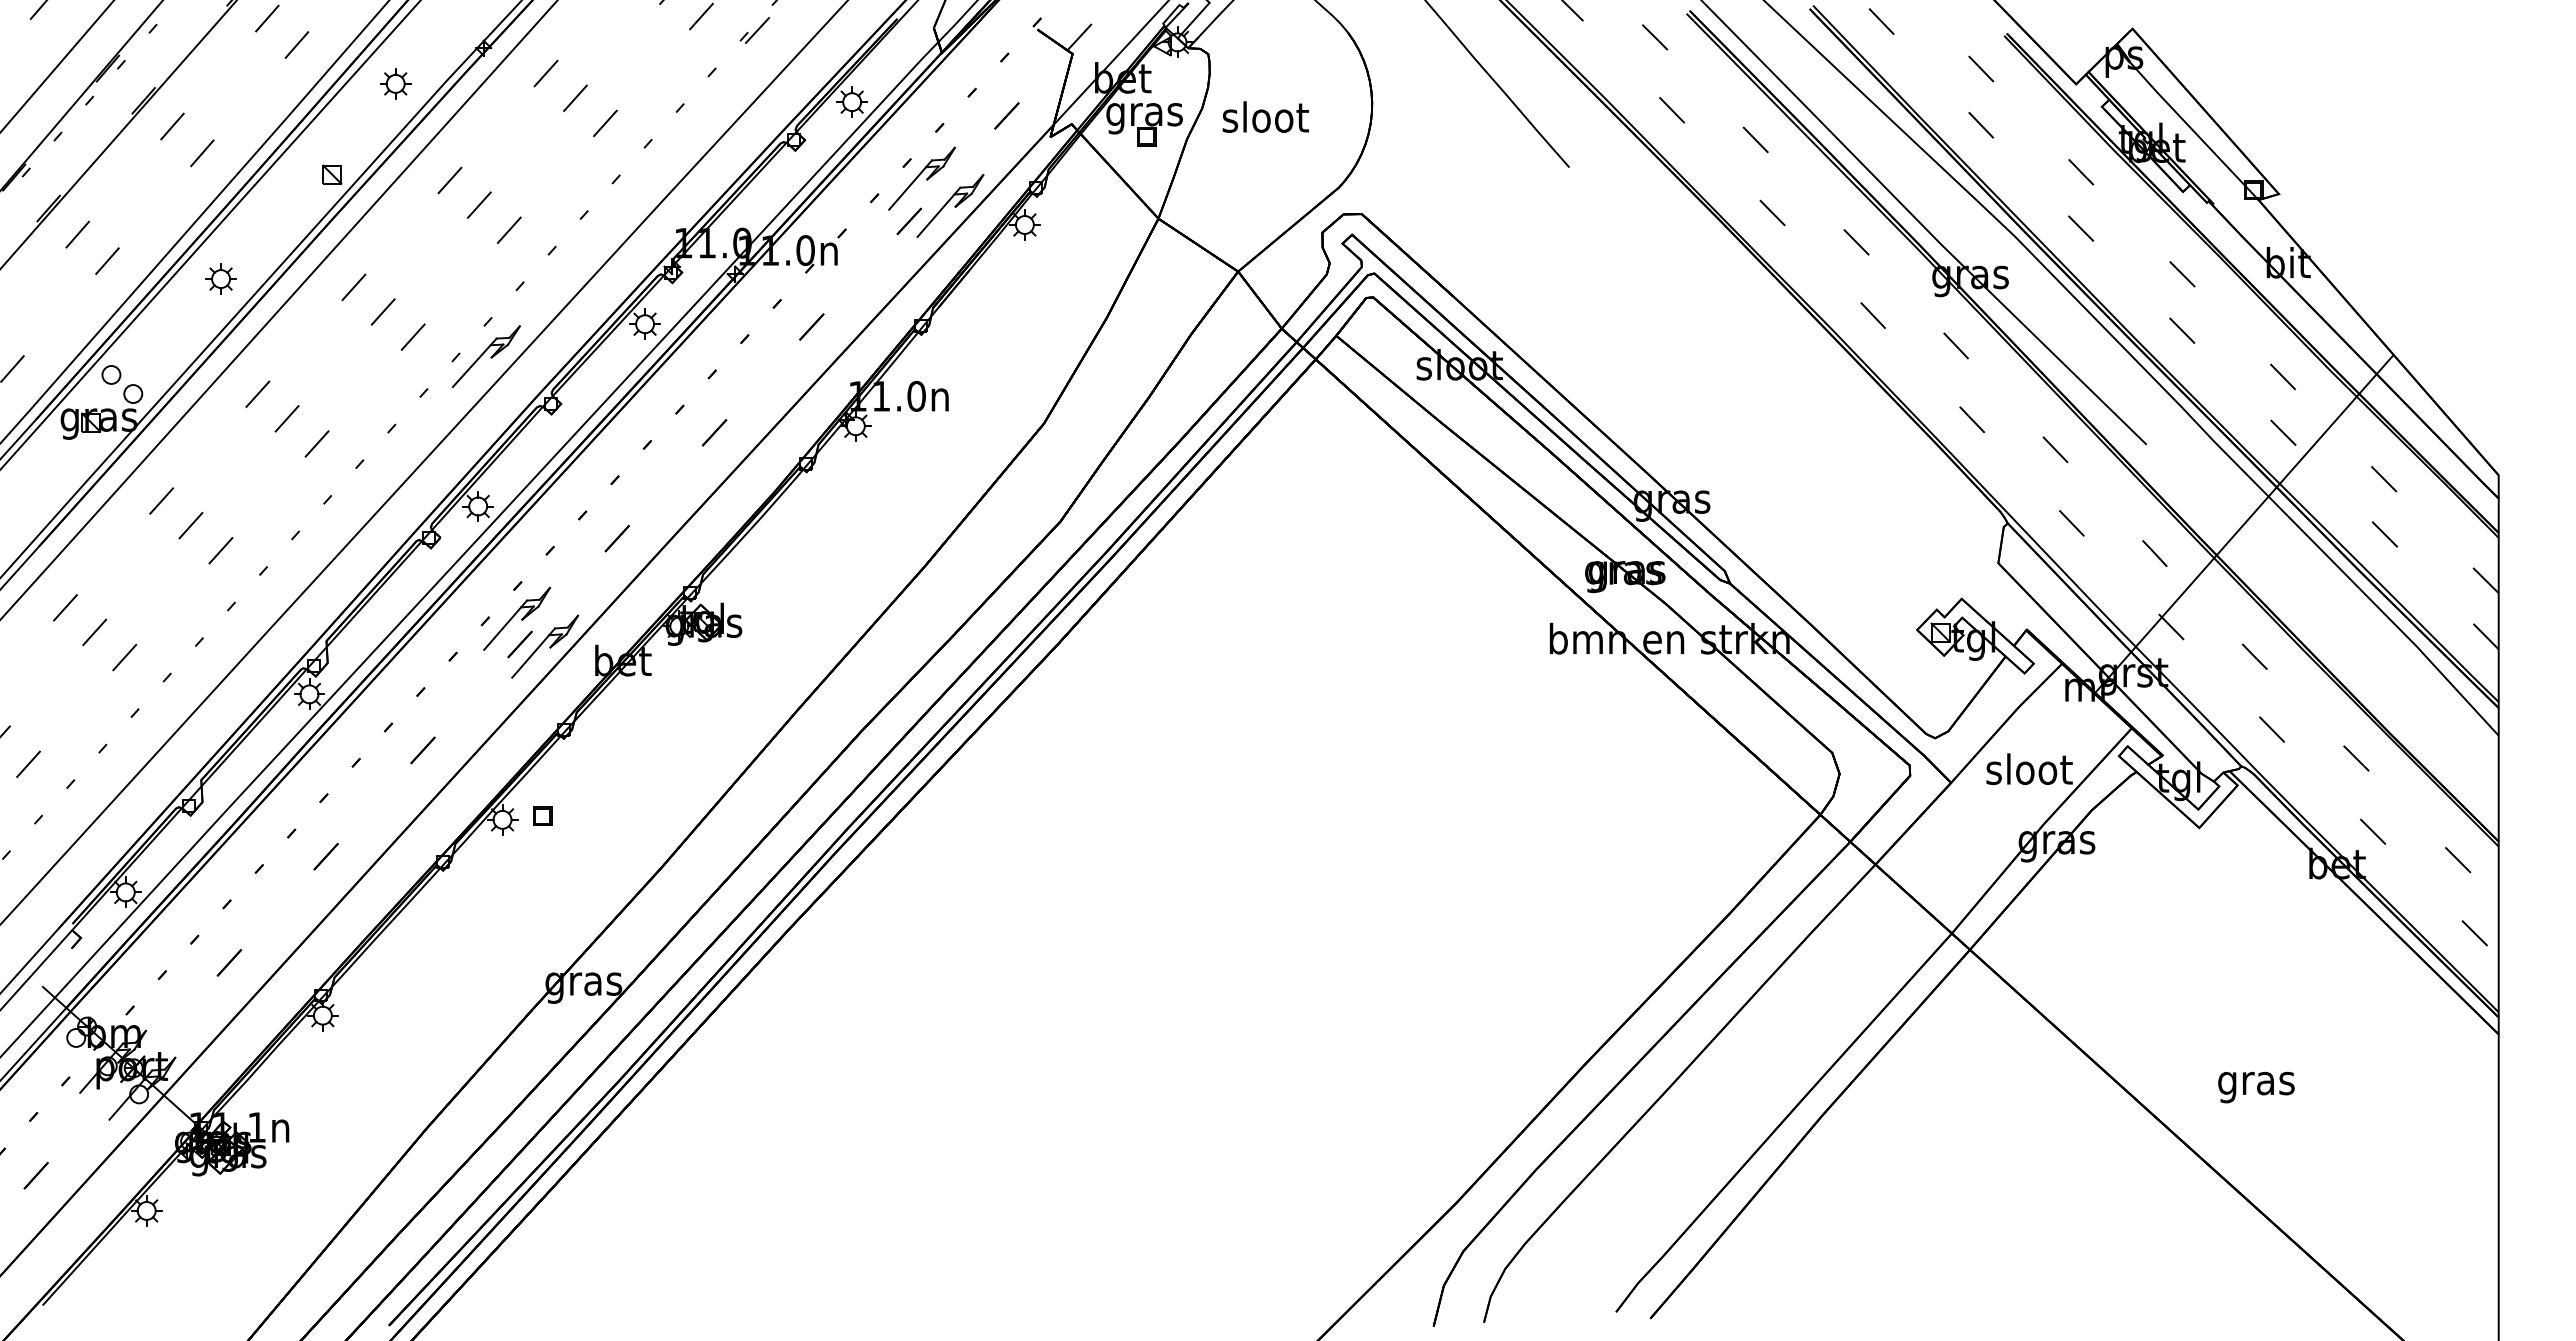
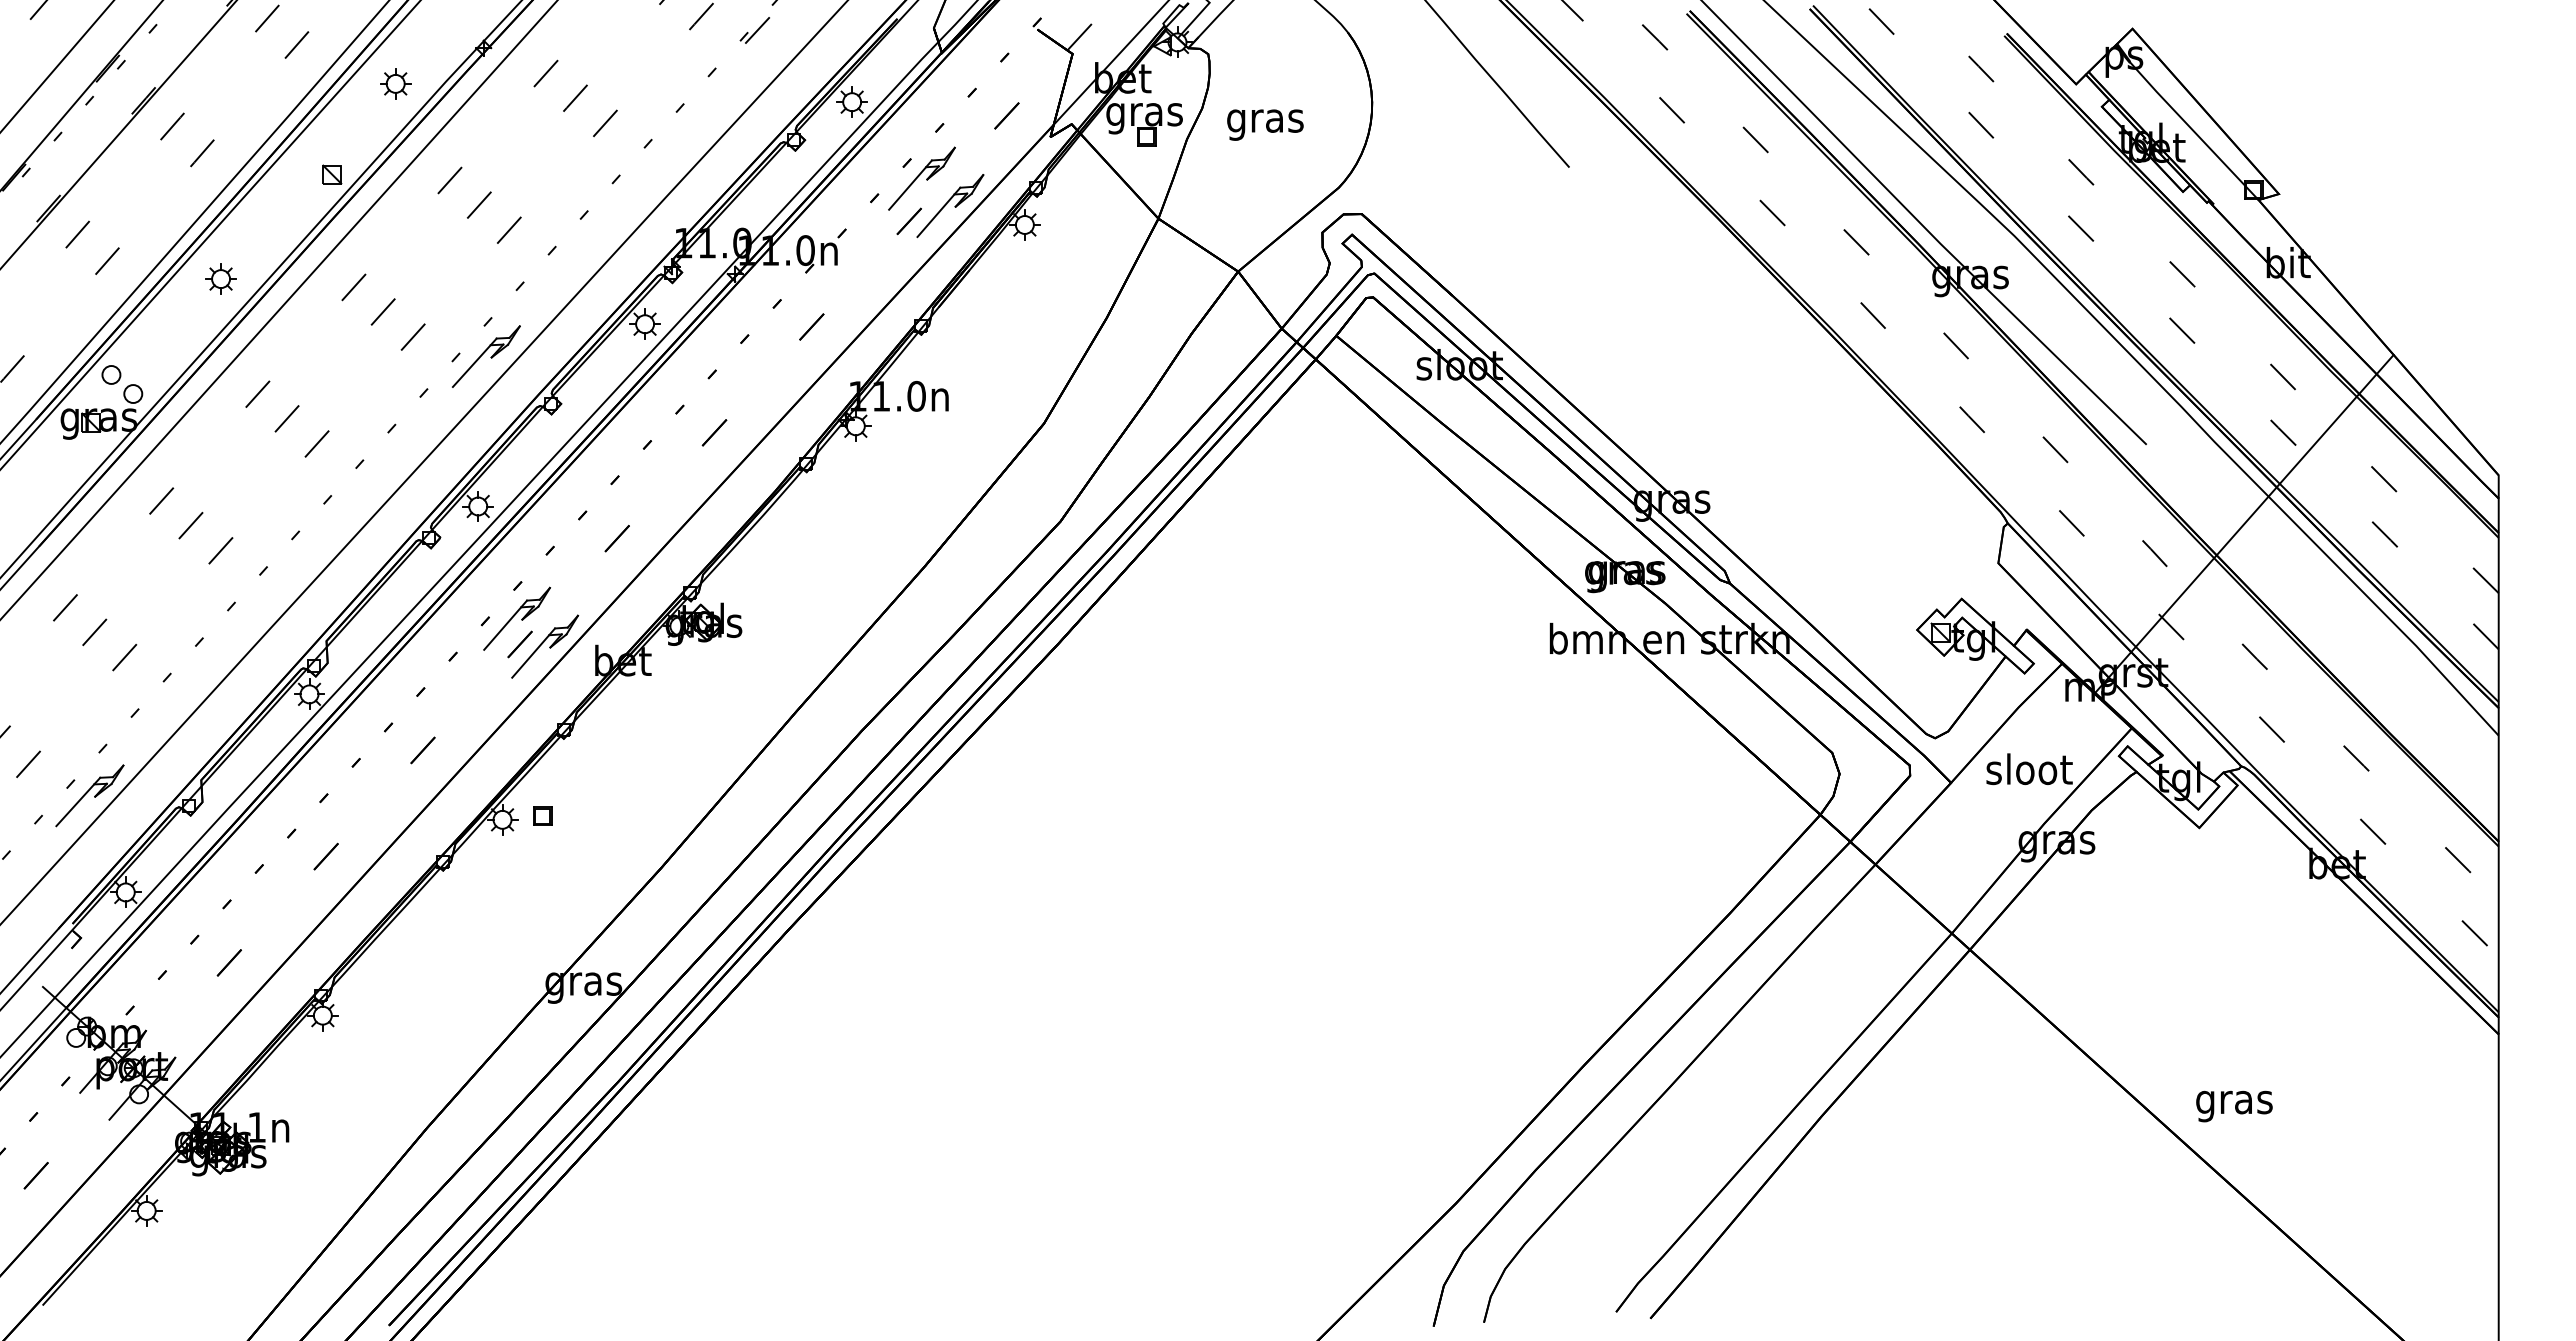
text at (1265, 120): sloot -> gras
part at (89, 795): none -> present
text at (2256, 1087) position: (2256, 1087) -> (2234, 1106)
